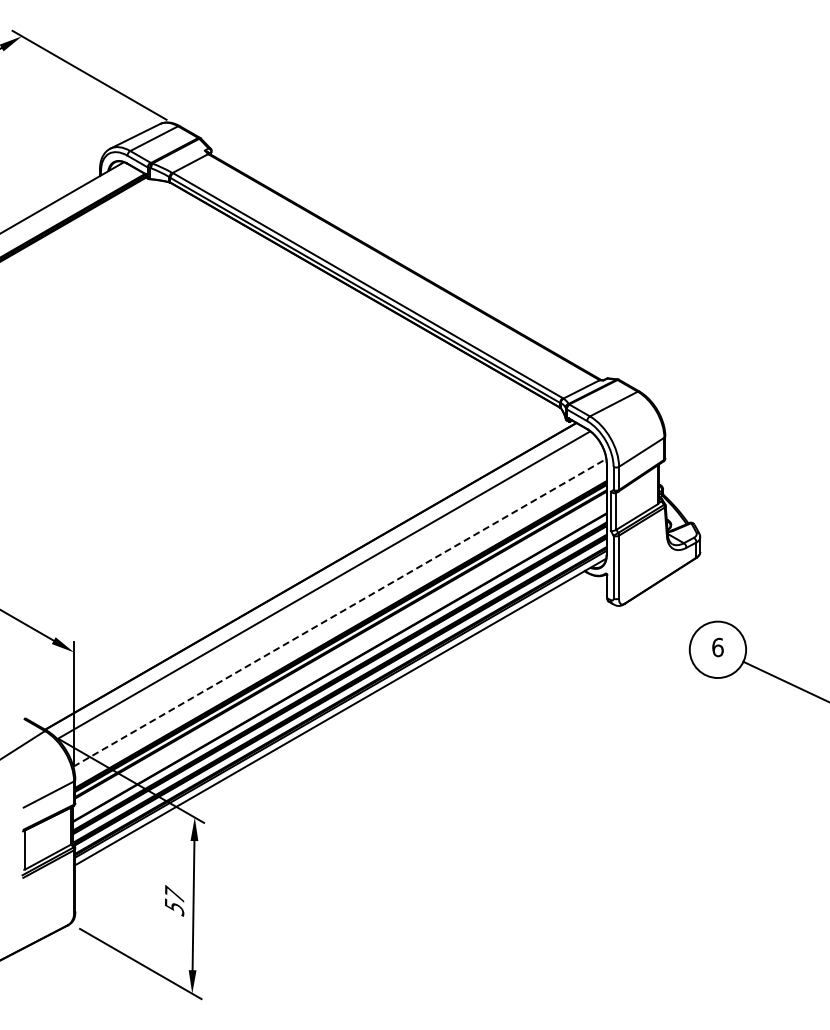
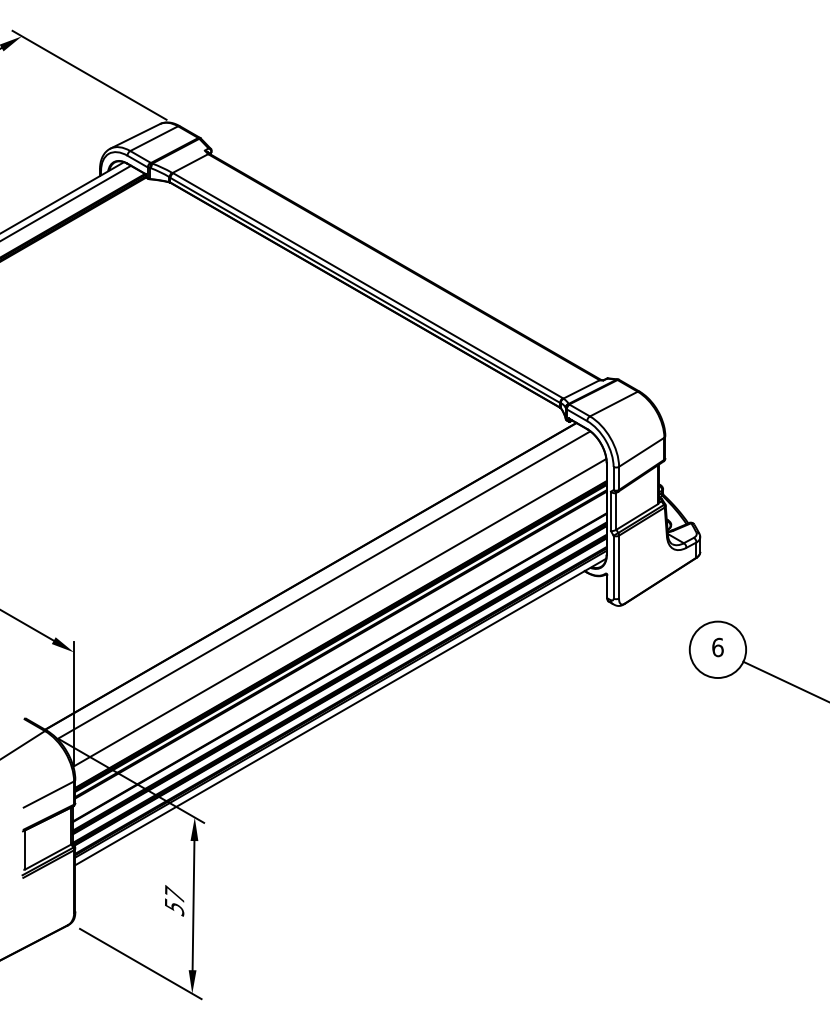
line at (66, 202): none -> present
line at (339, 612): dashed -> solid
